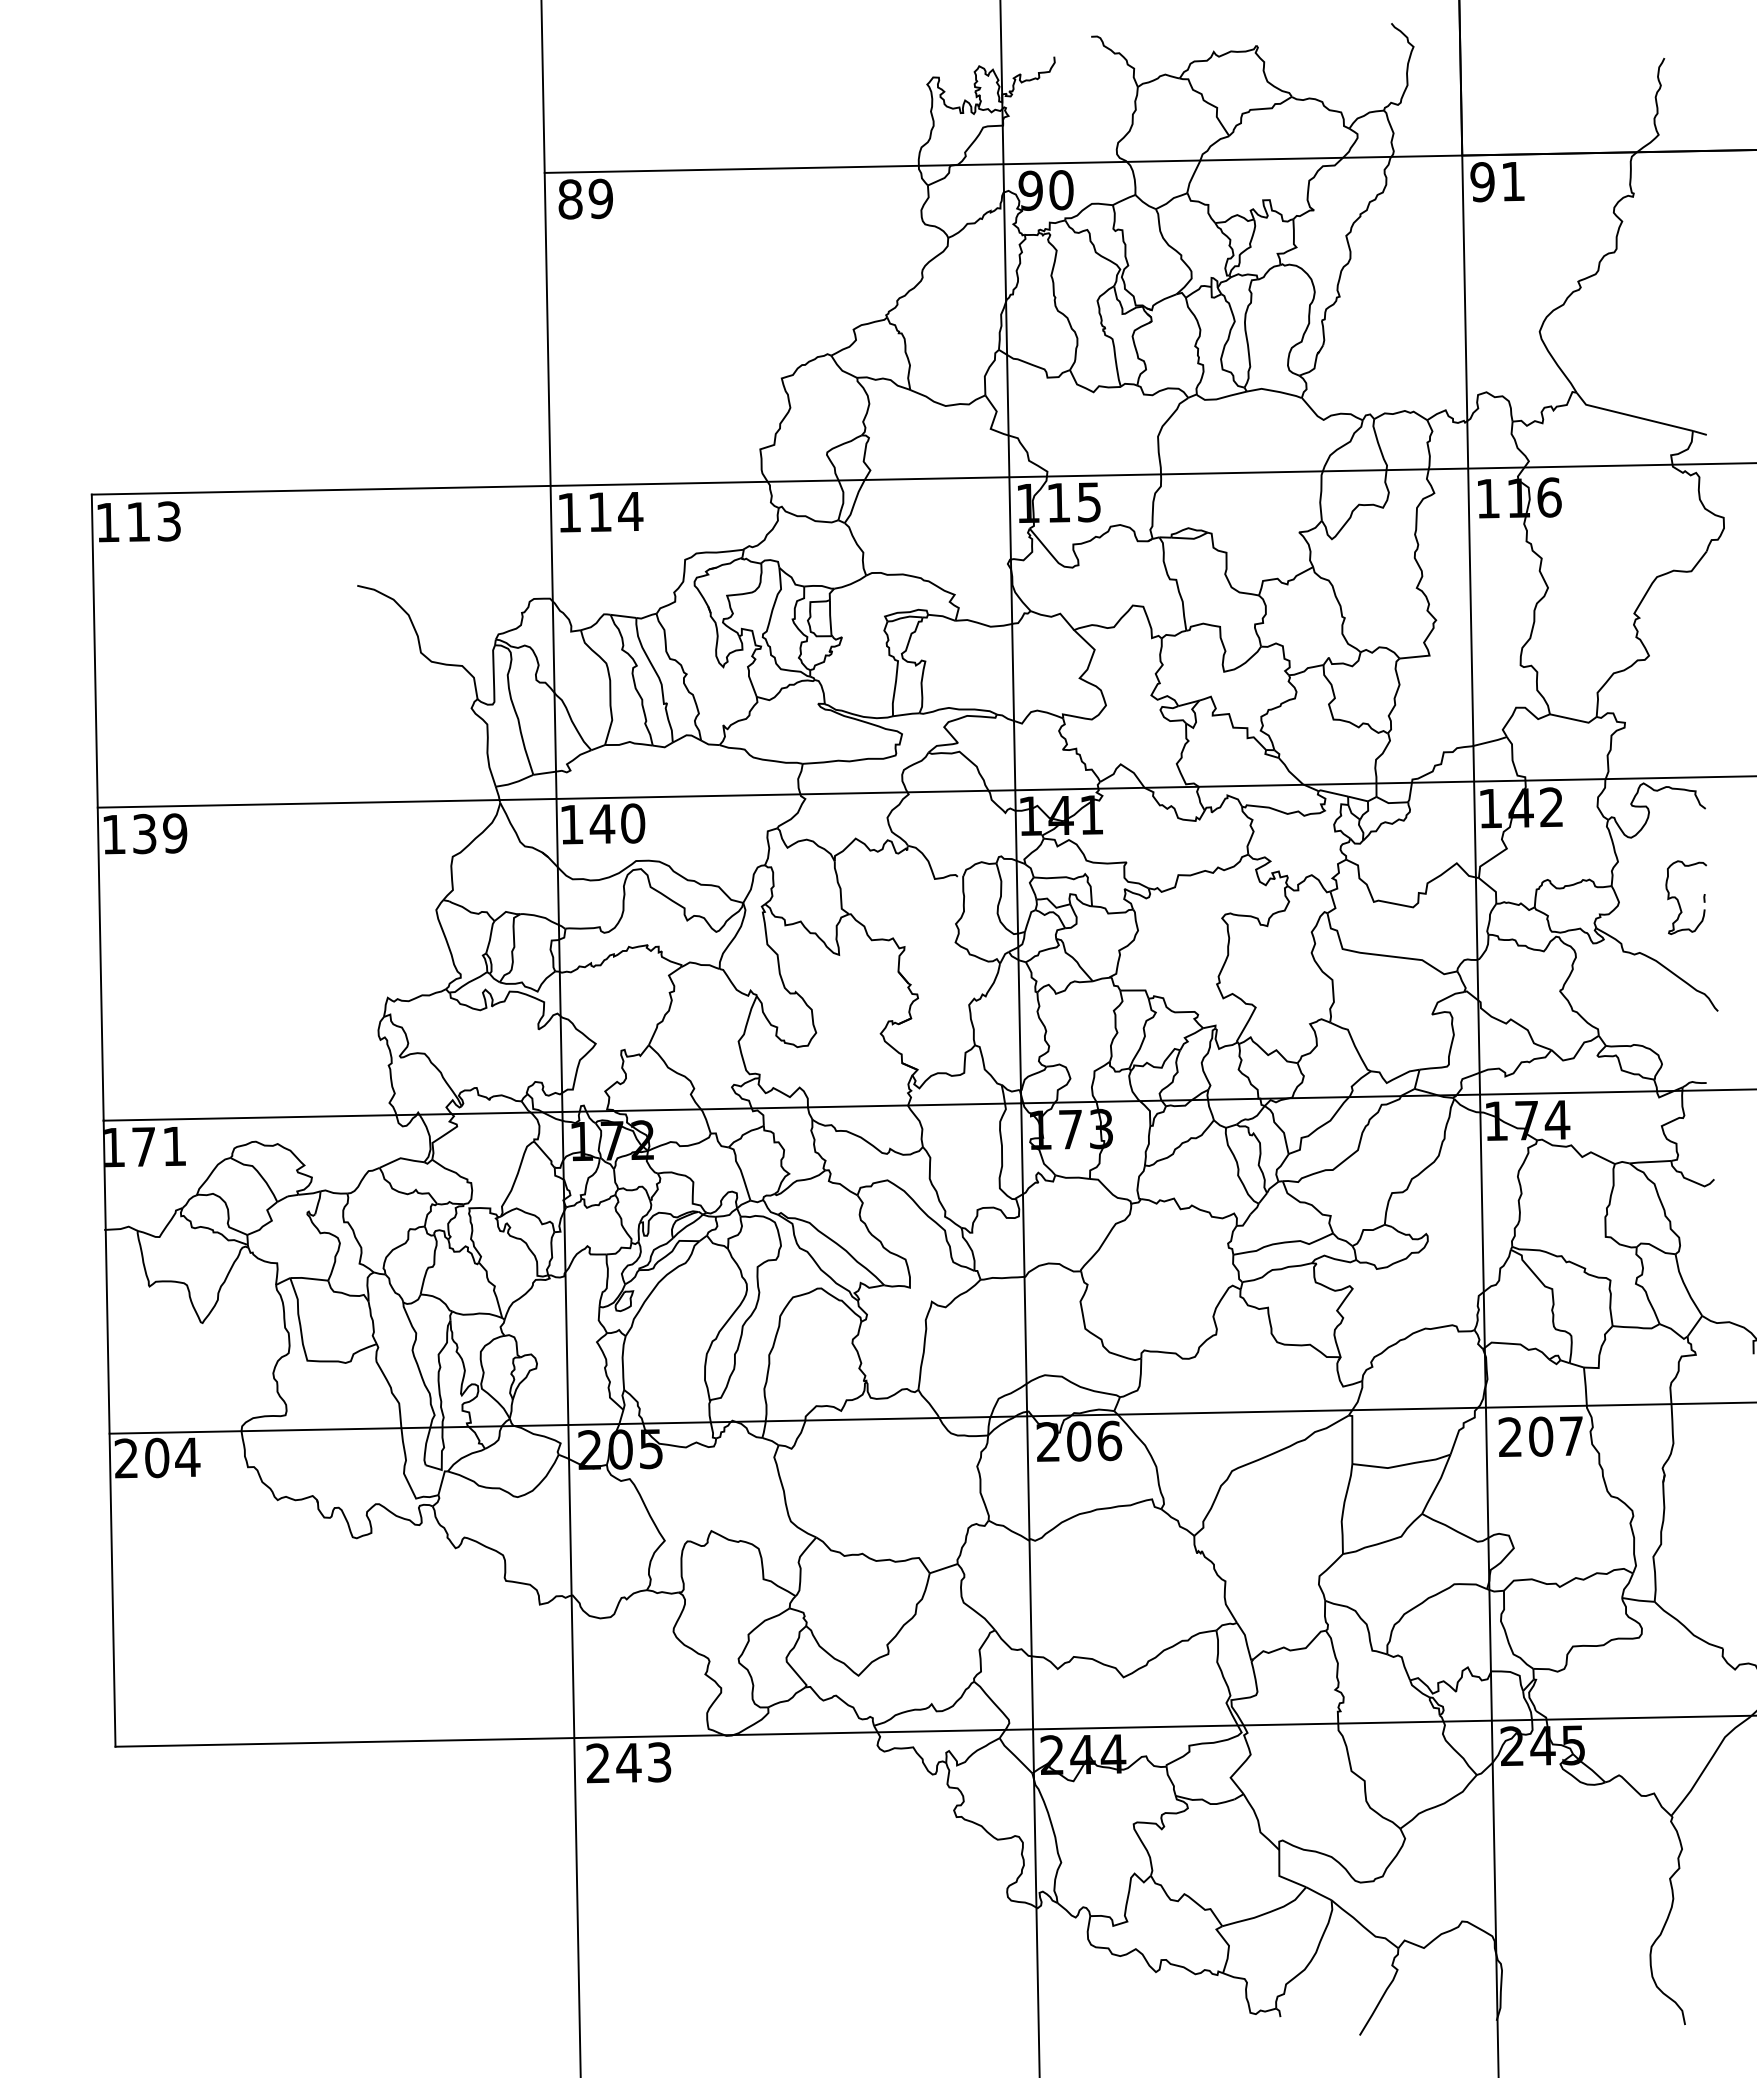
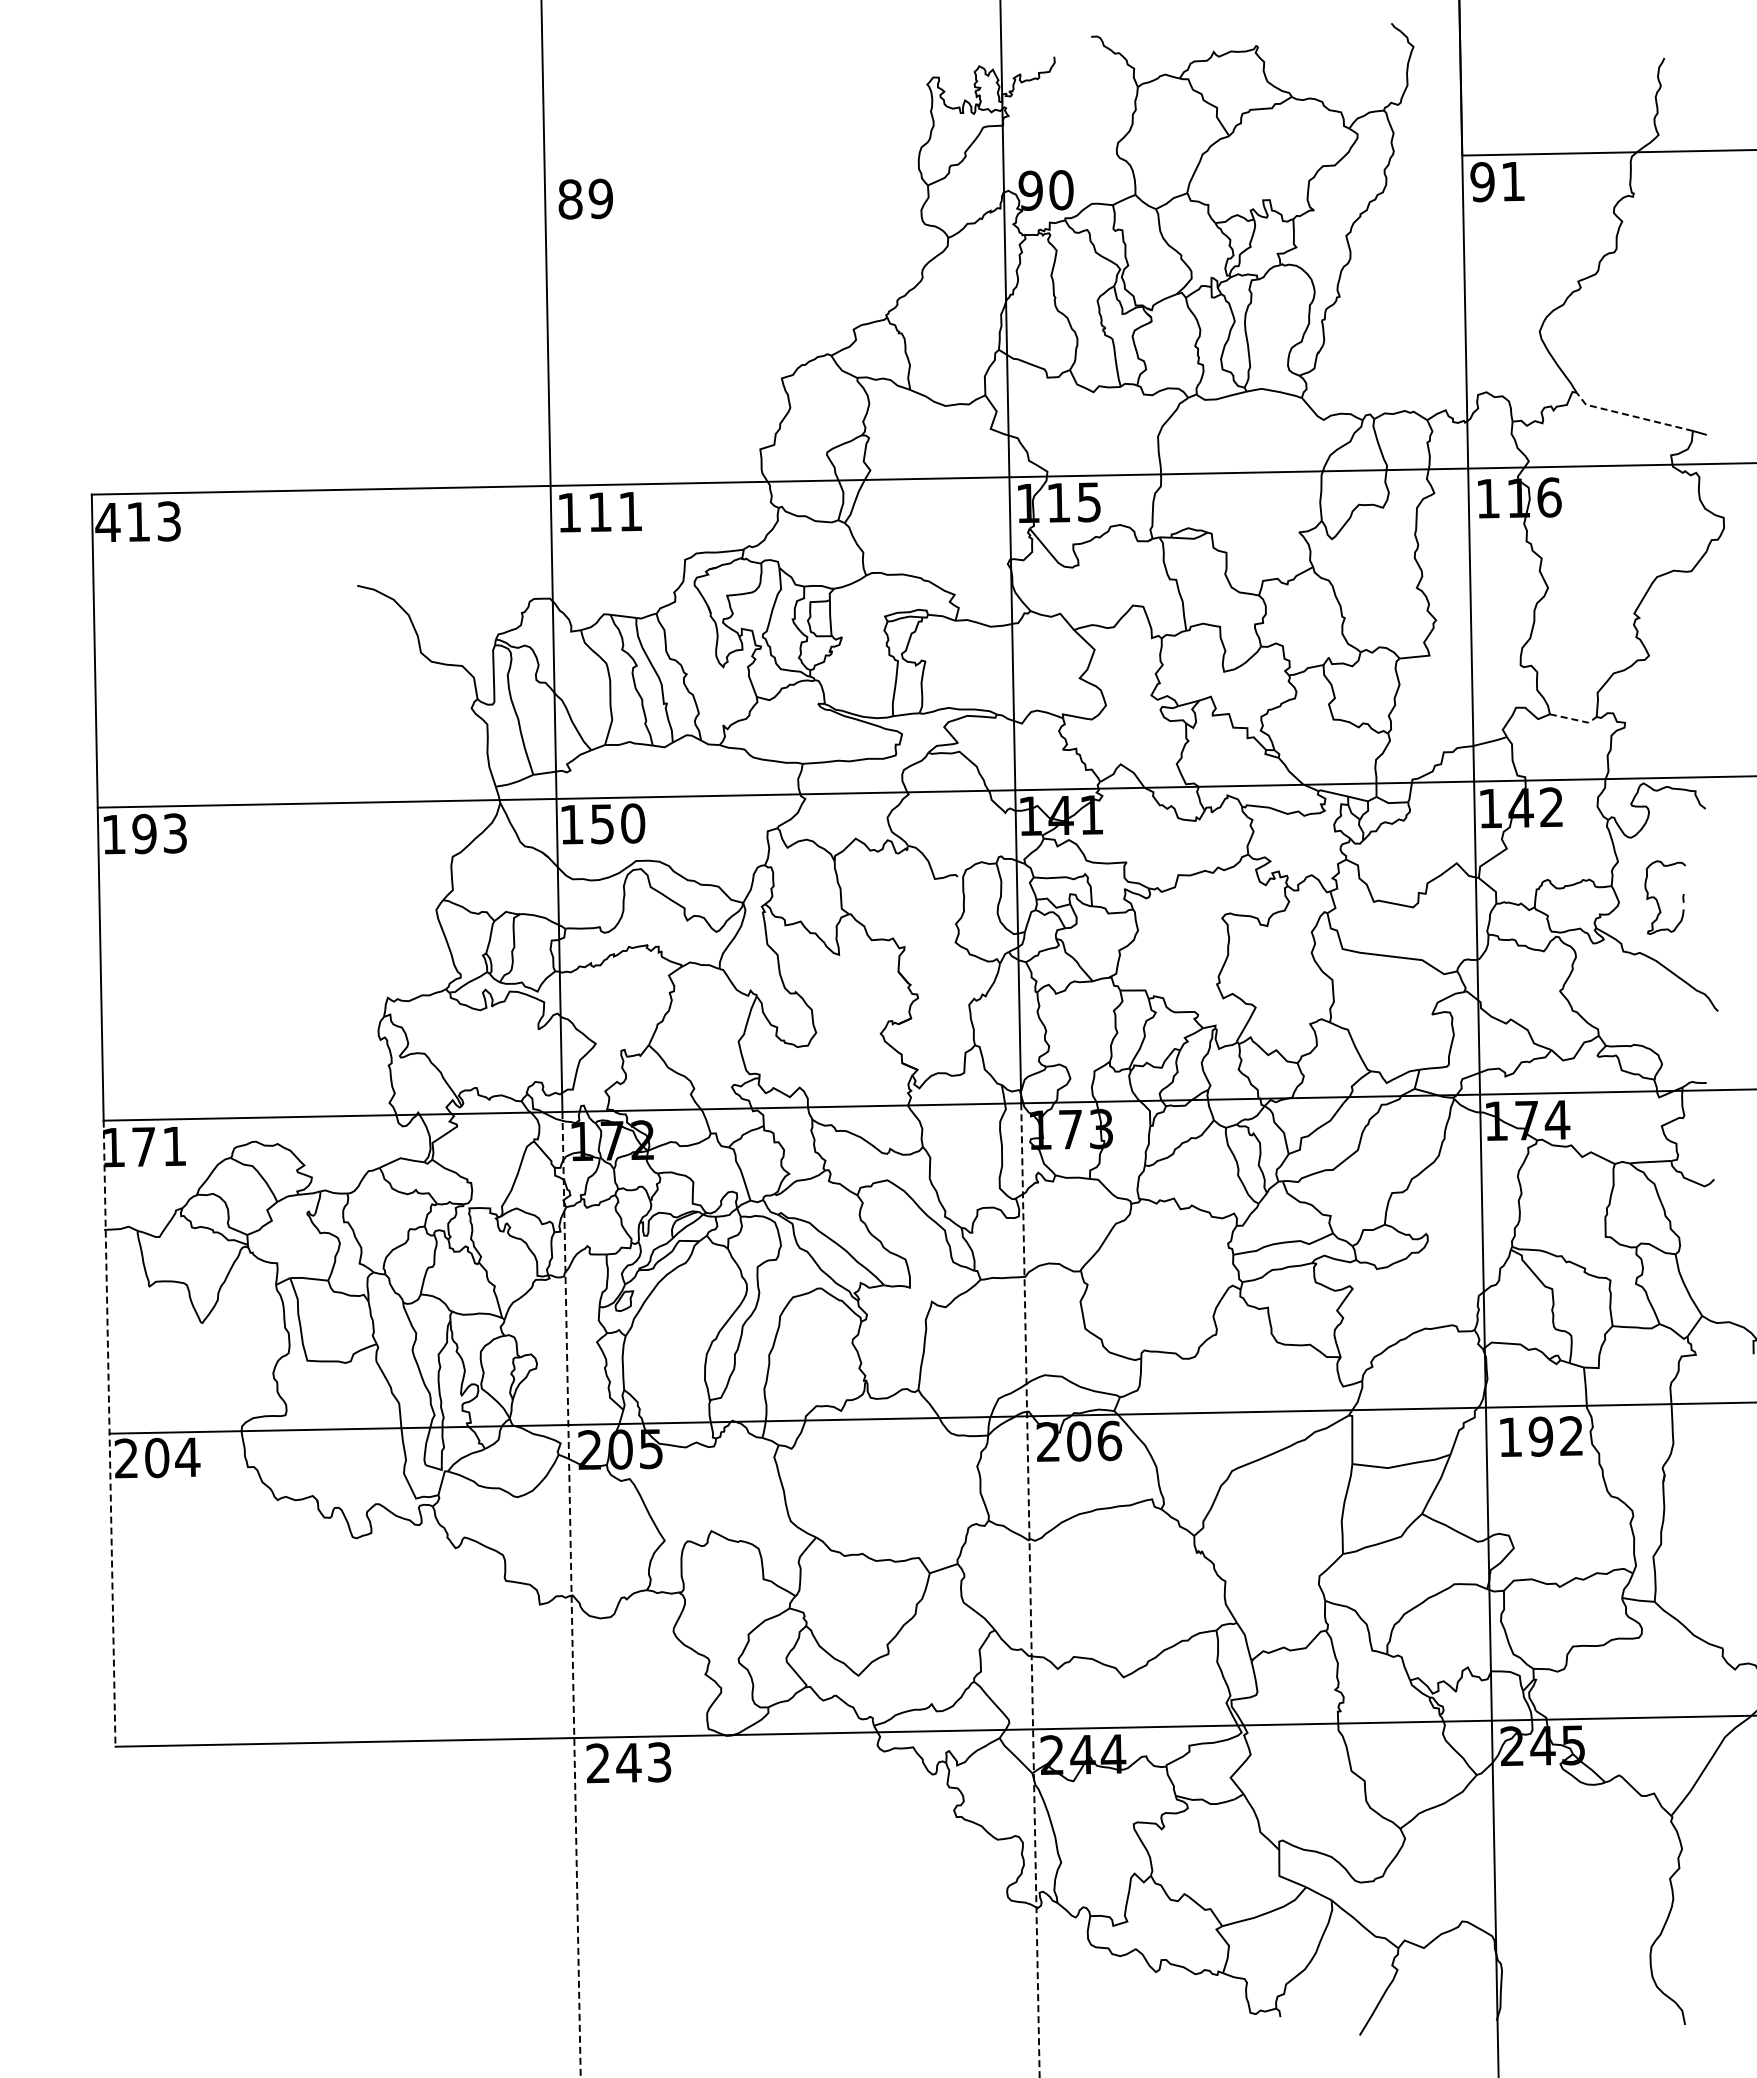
line at (1148, 161): present -> none
line at (1631, 415): solid -> dashed
text at (630, 511): 114 -> 111
text at (107, 522): 113 -> 413
line at (1575, 719): solid -> dashed
text at (602, 824): 140 -> 150
text at (159, 833): 139 -> 193
part at (1679, 901) position: (1679, 901) -> (1658, 901)
line at (109, 1434): solid -> dashed
text at (1540, 1436): 207 -> 192
line at (1030, 1591): solid -> dashed
line at (571, 1594): solid -> dashed
